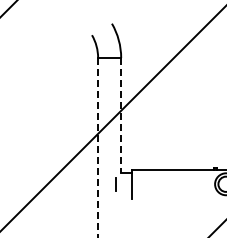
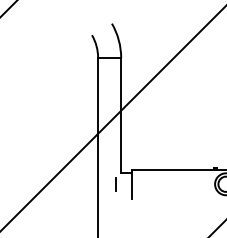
line at (121, 115): dashed -> solid
line at (98, 147): dashed -> solid
